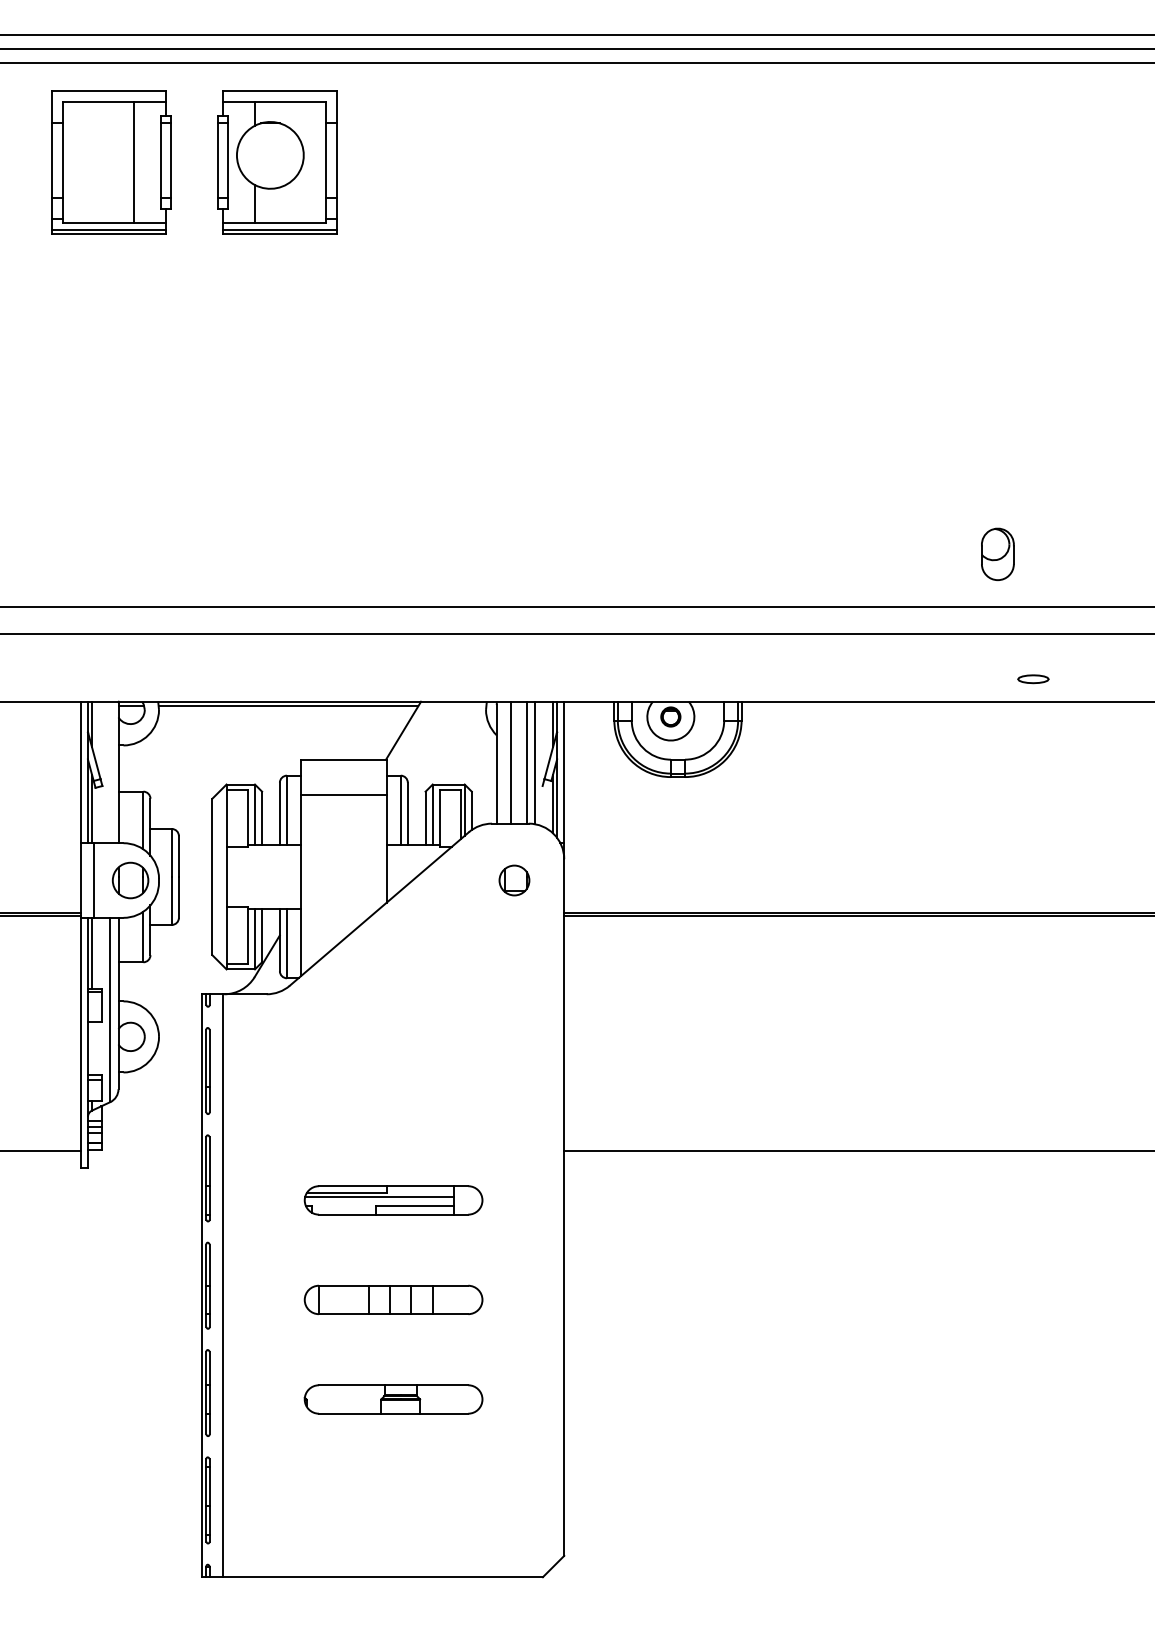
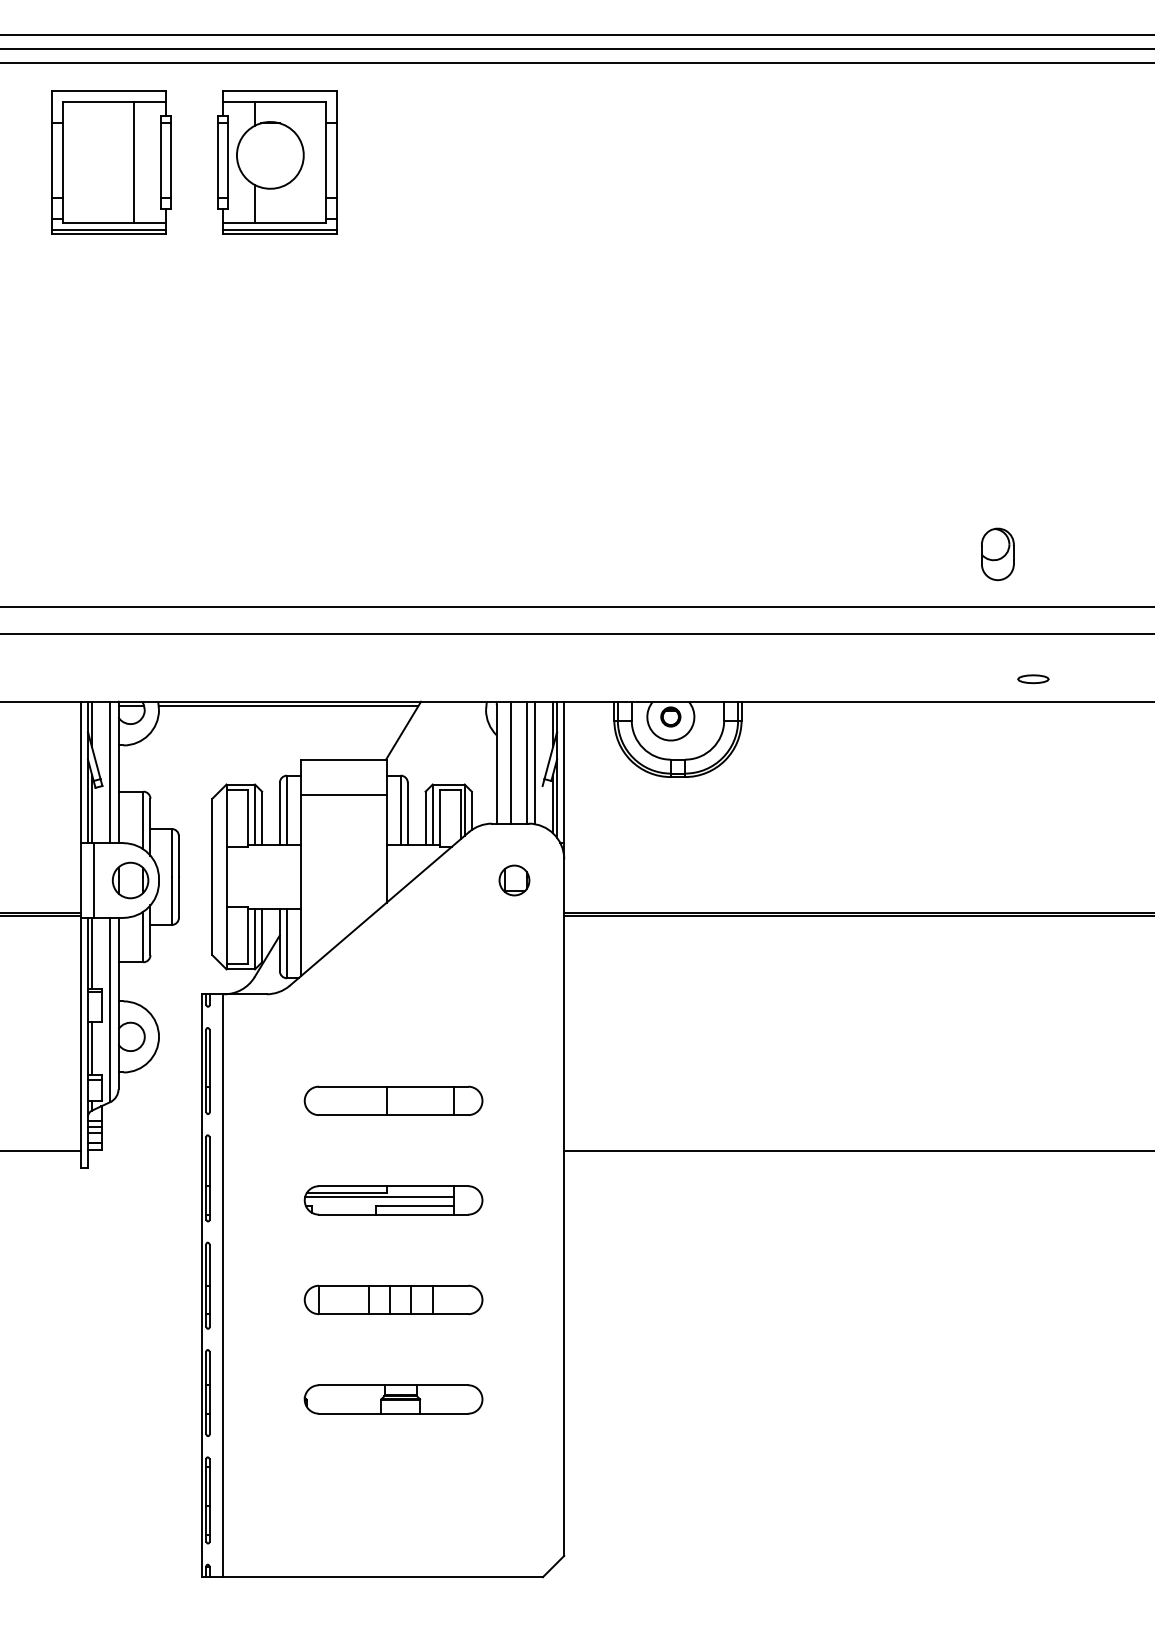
line at (110, 772): none -> present
line at (92, 1048): none -> present
part at (393, 1100): none -> present
